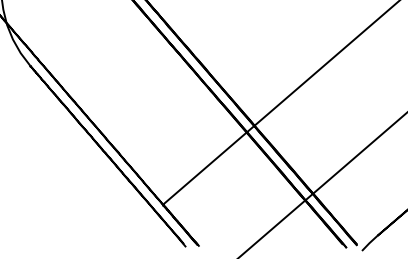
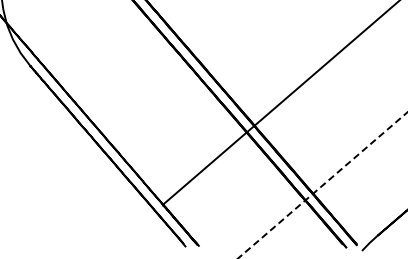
line at (322, 185): solid -> dashed
